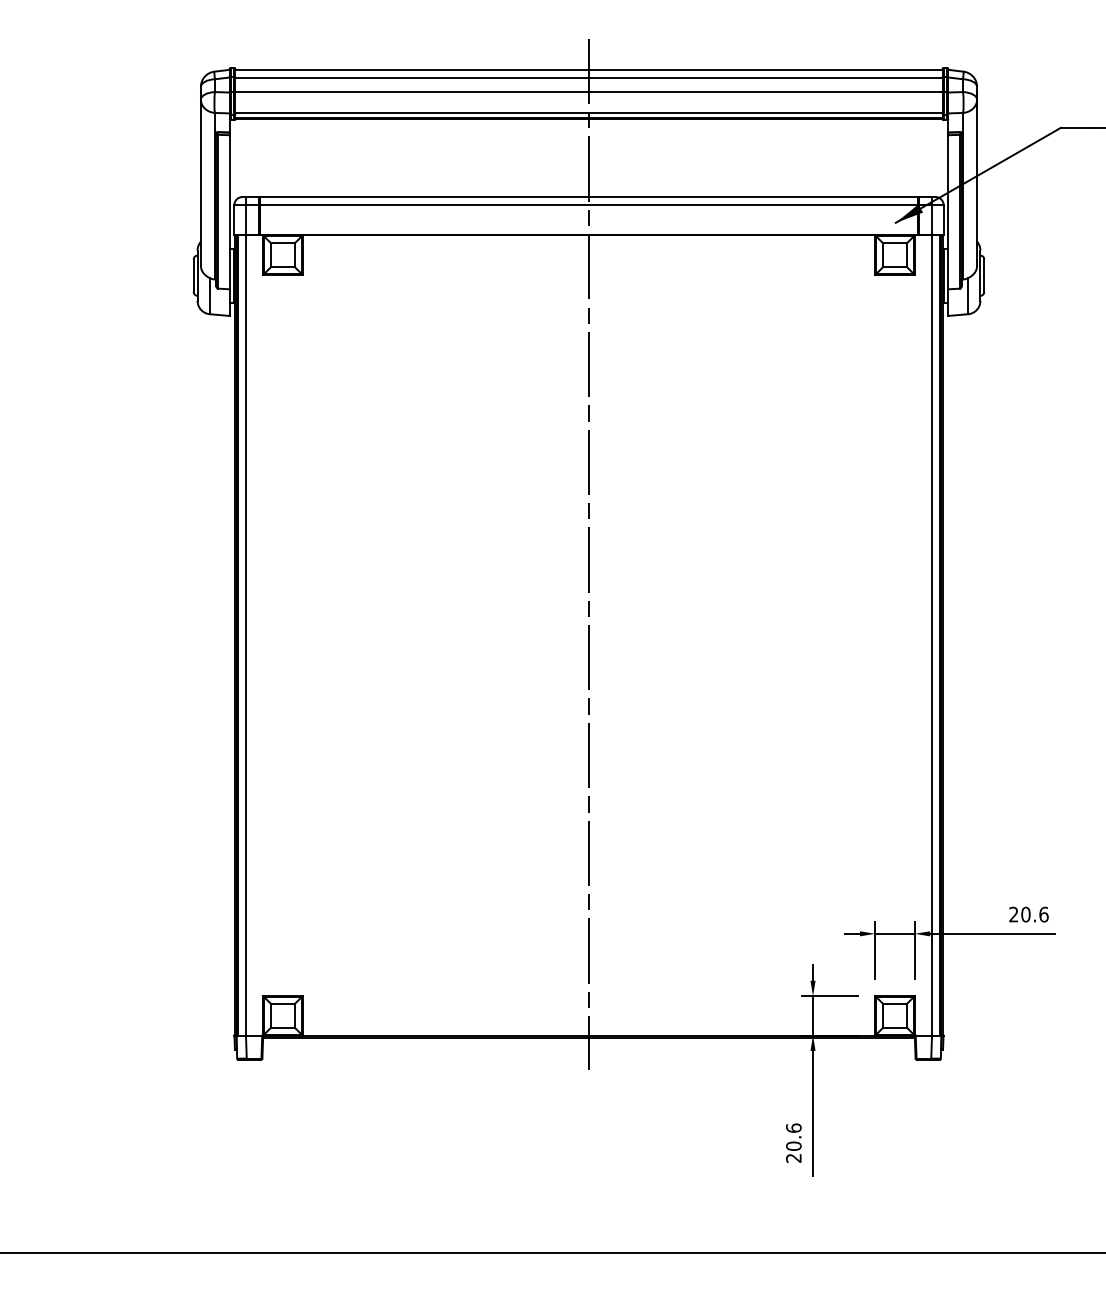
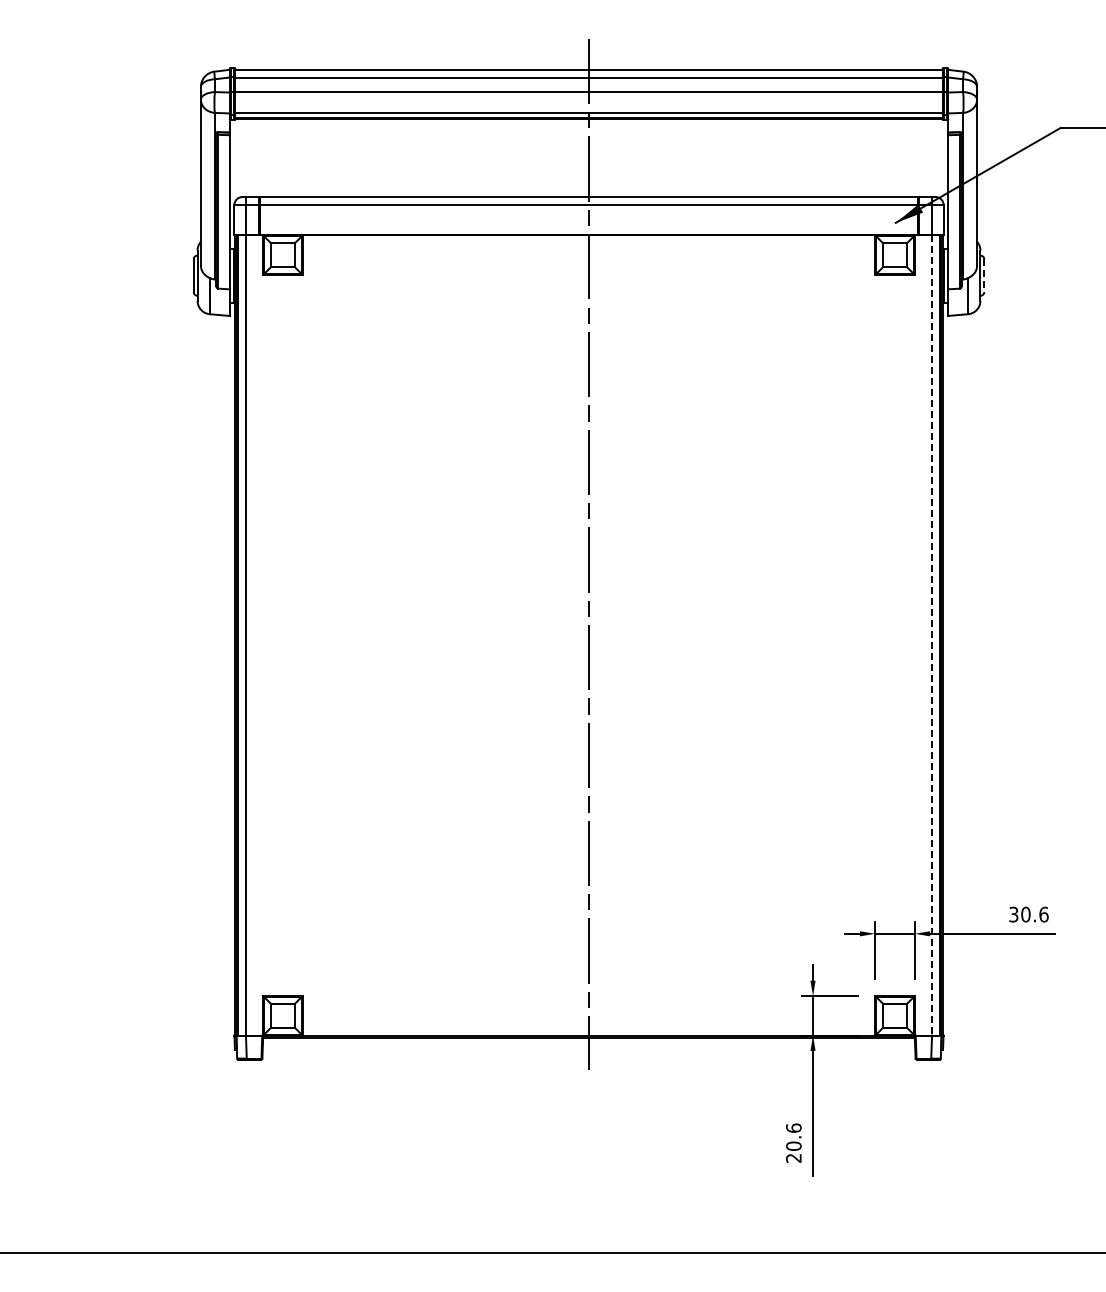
line at (984, 276): solid -> dashed
line at (931, 636): solid -> dashed
text at (1013, 914): 20.6 -> 30.6
